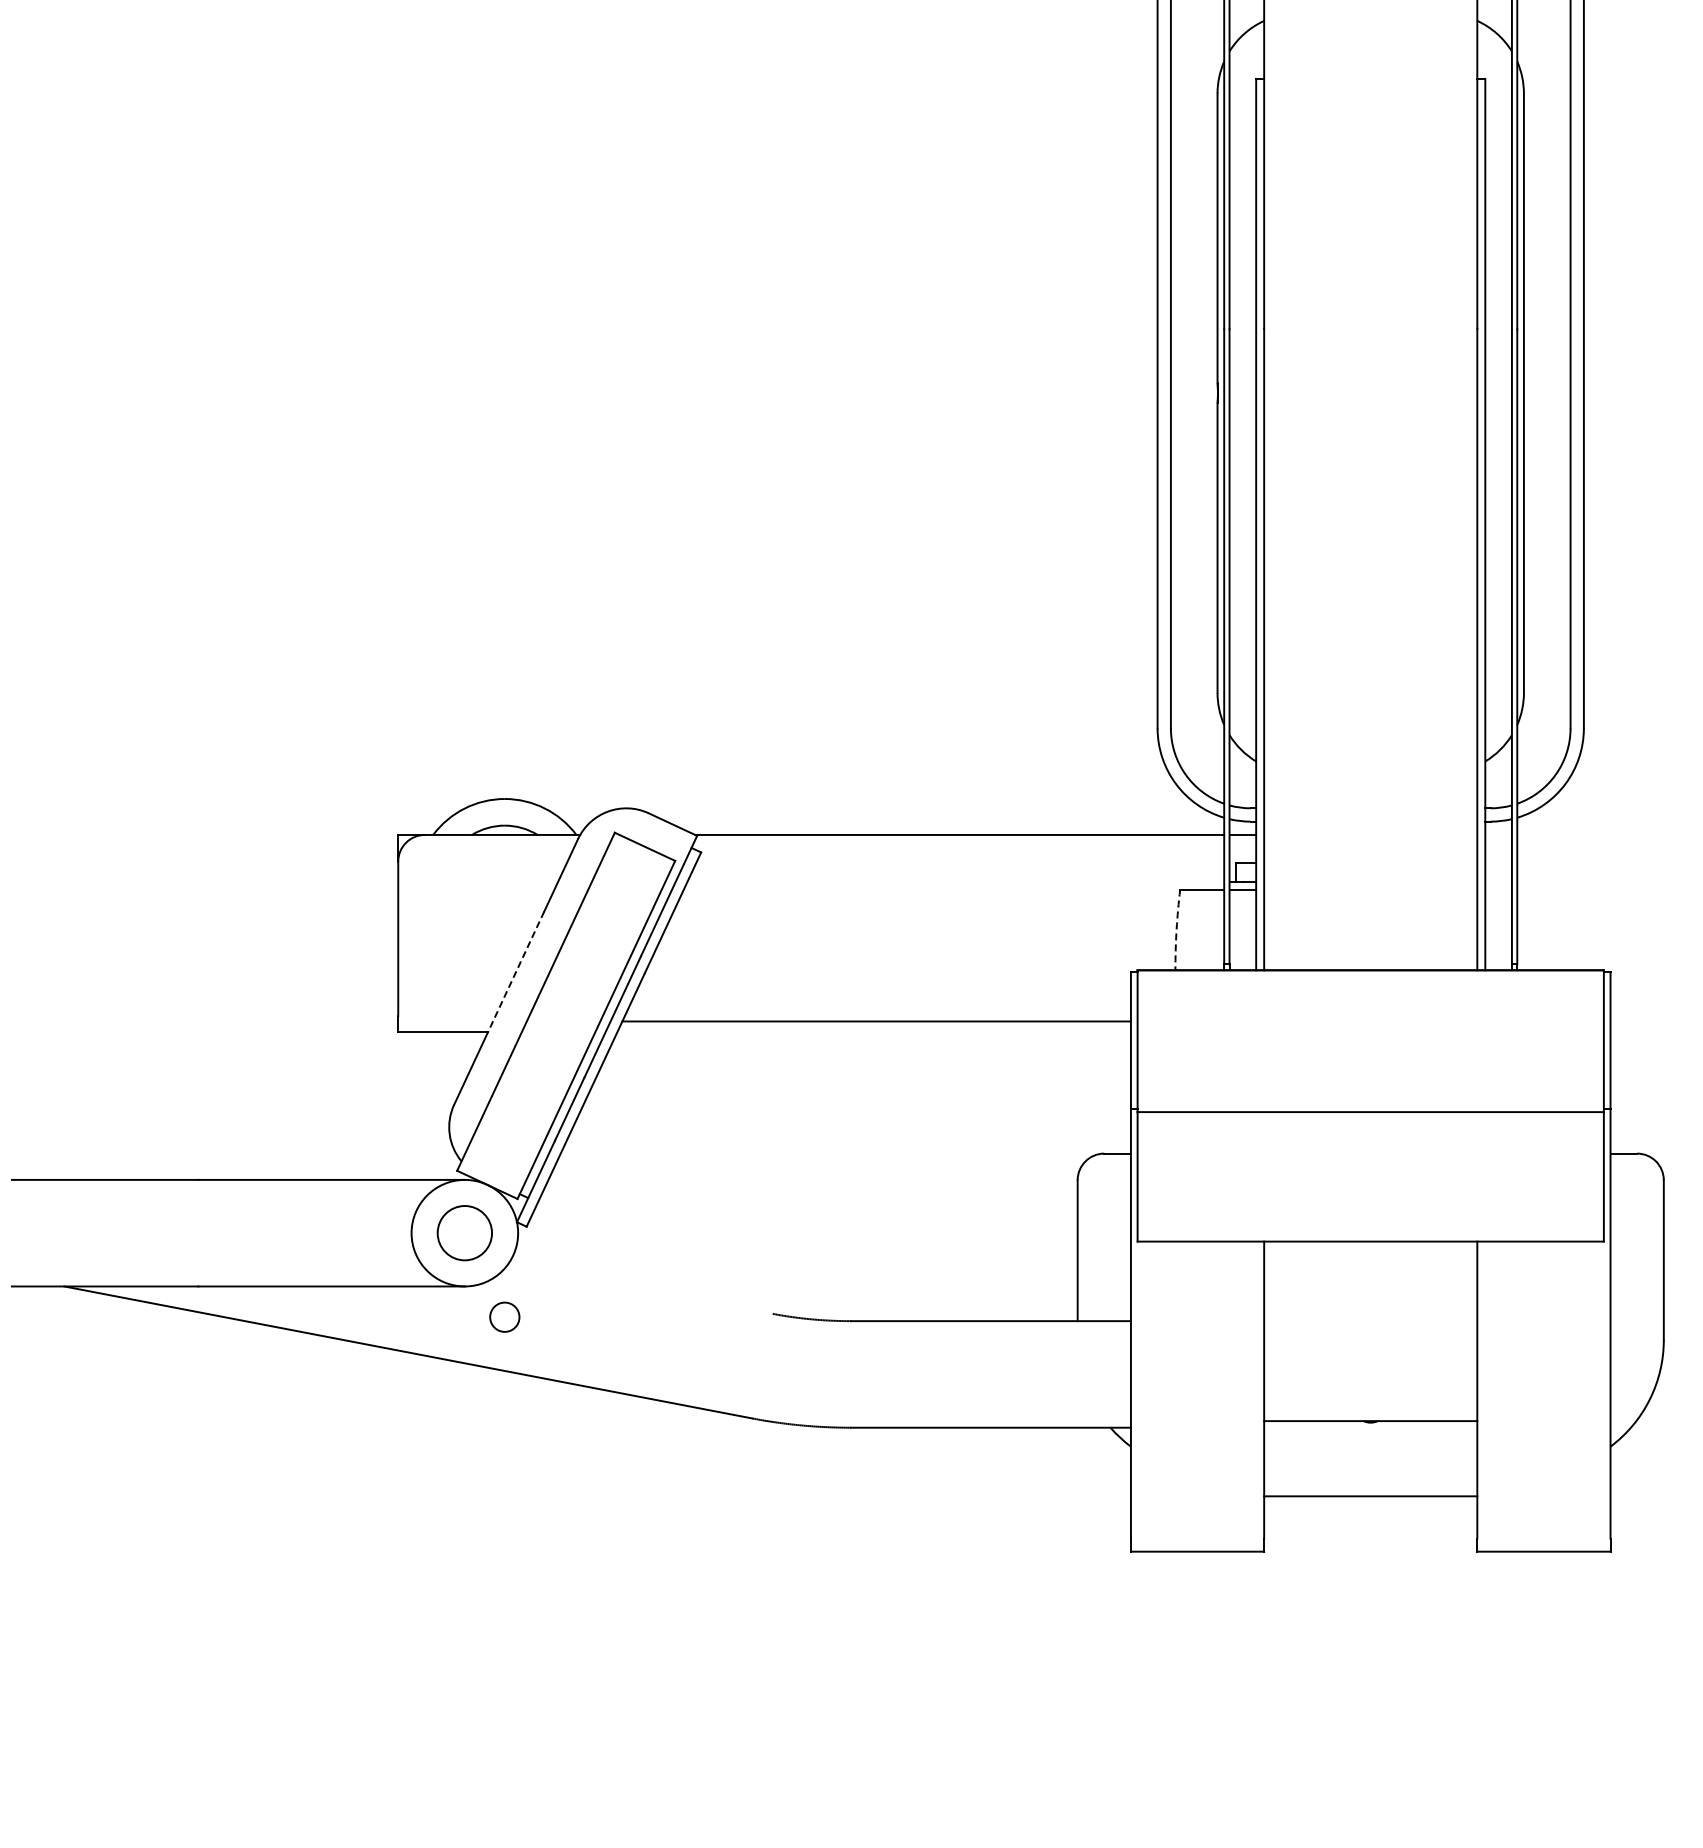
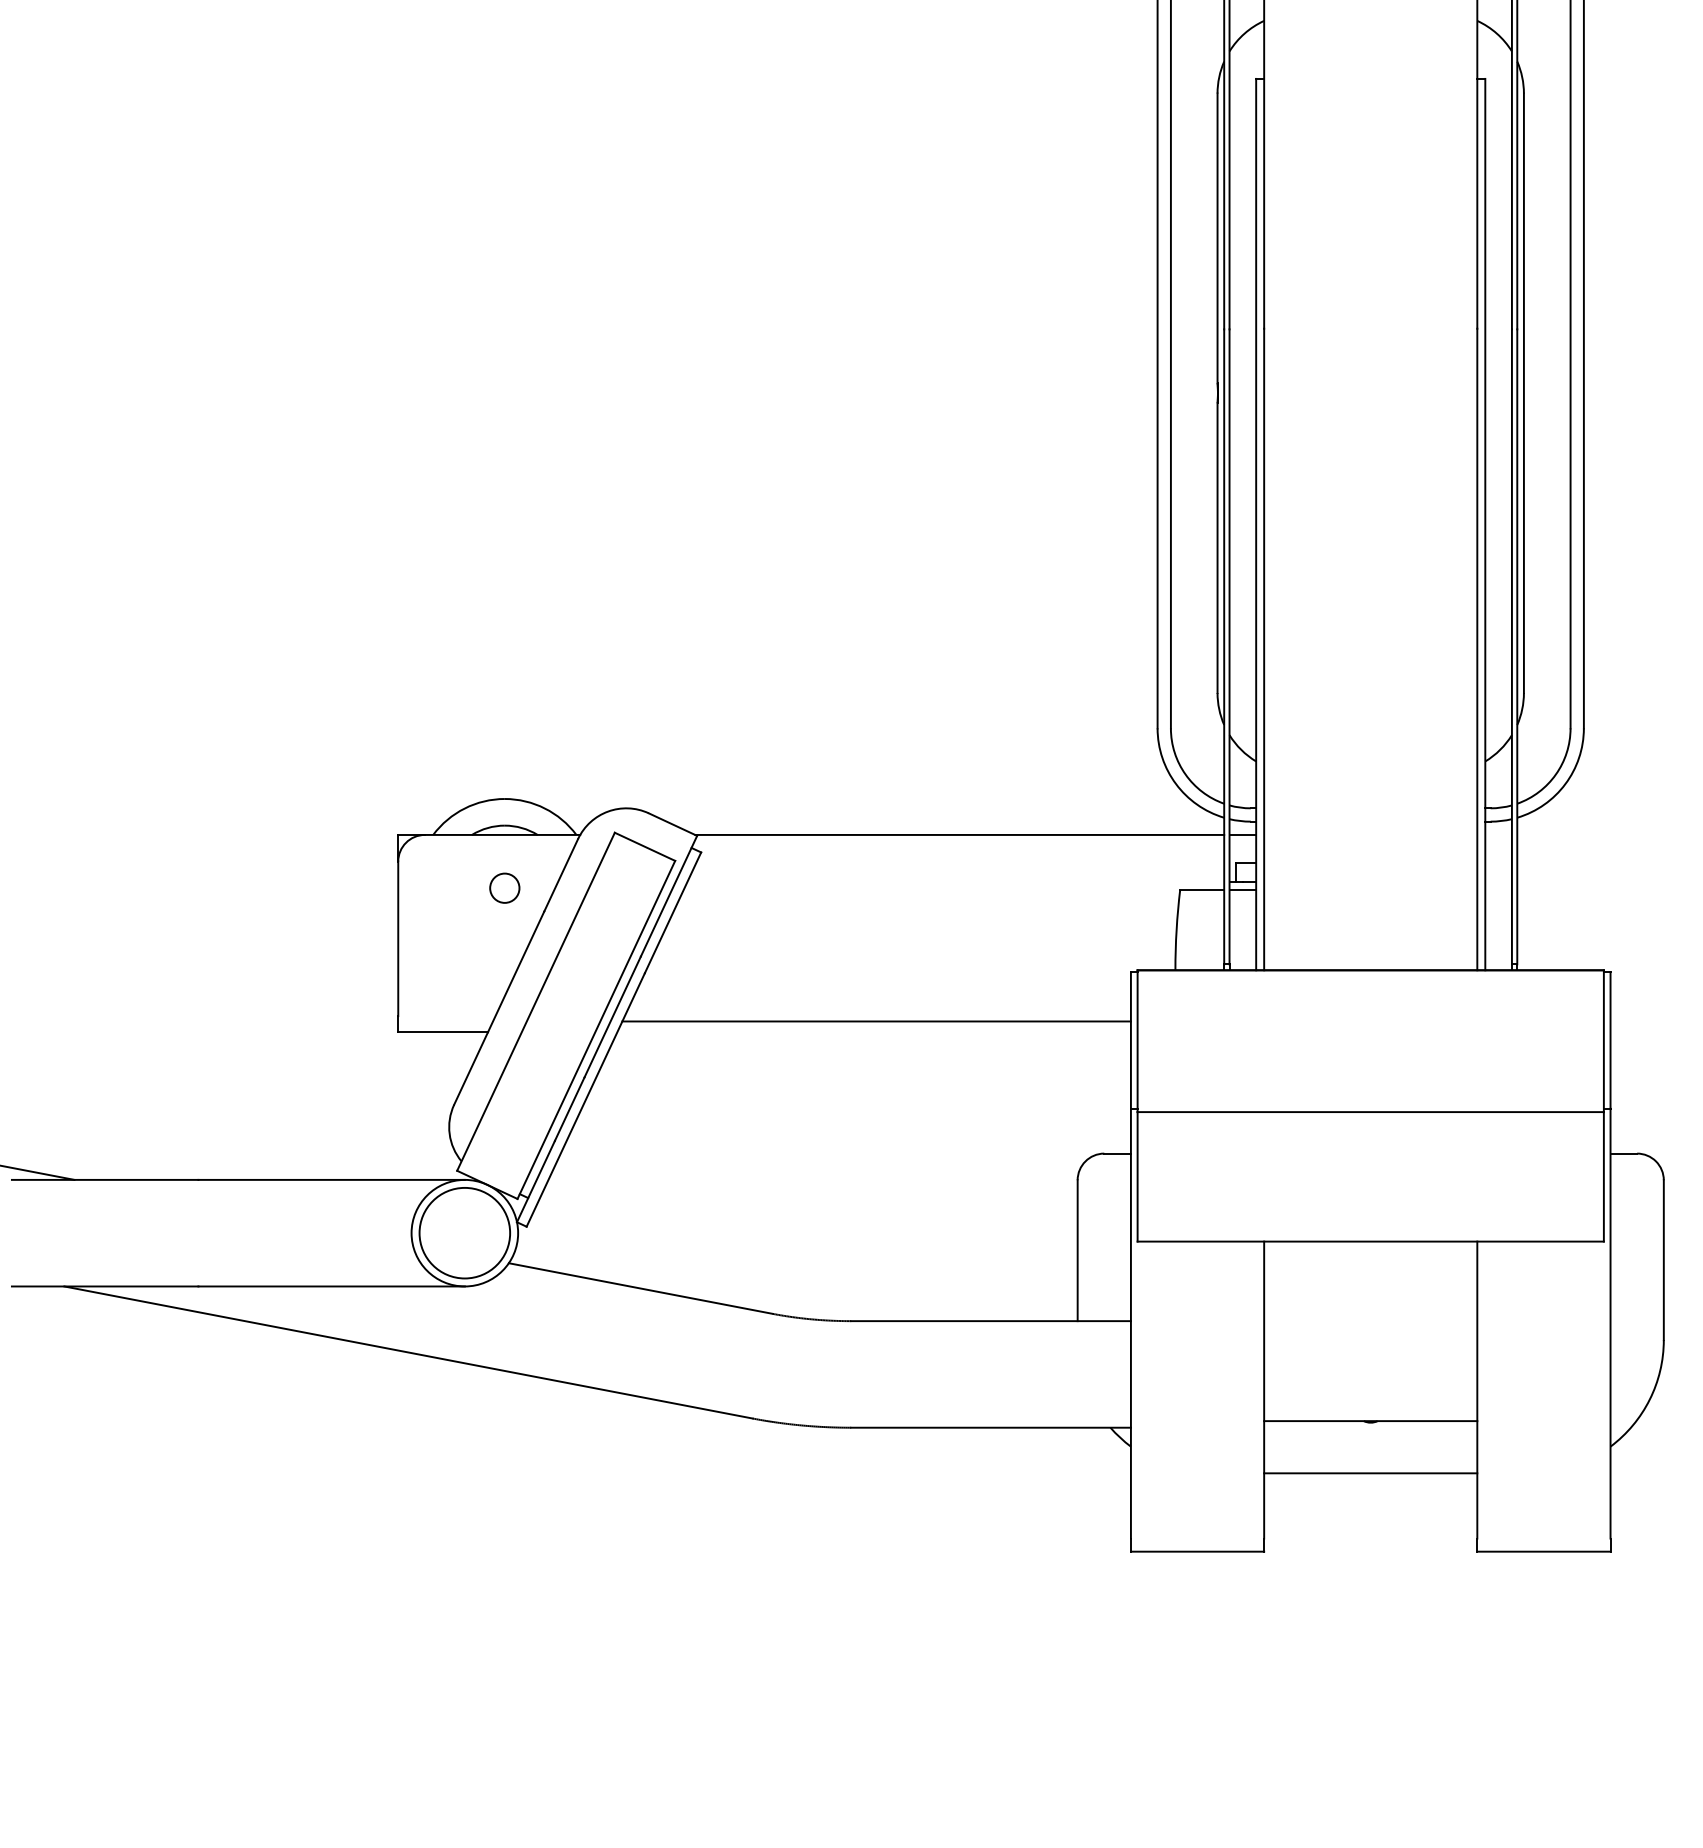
arc at (1176, 929): dashed -> solid
line at (516, 971): dashed -> solid
line at (38, 1172): none -> present
circle at (464, 1233) diameter: 54 px -> 91 px
line at (640, 1288): none -> present
circle at (504, 1316) position: (504, 1316) -> (504, 887)
line at (1370, 1496) position: (1370, 1496) -> (1370, 1473)
